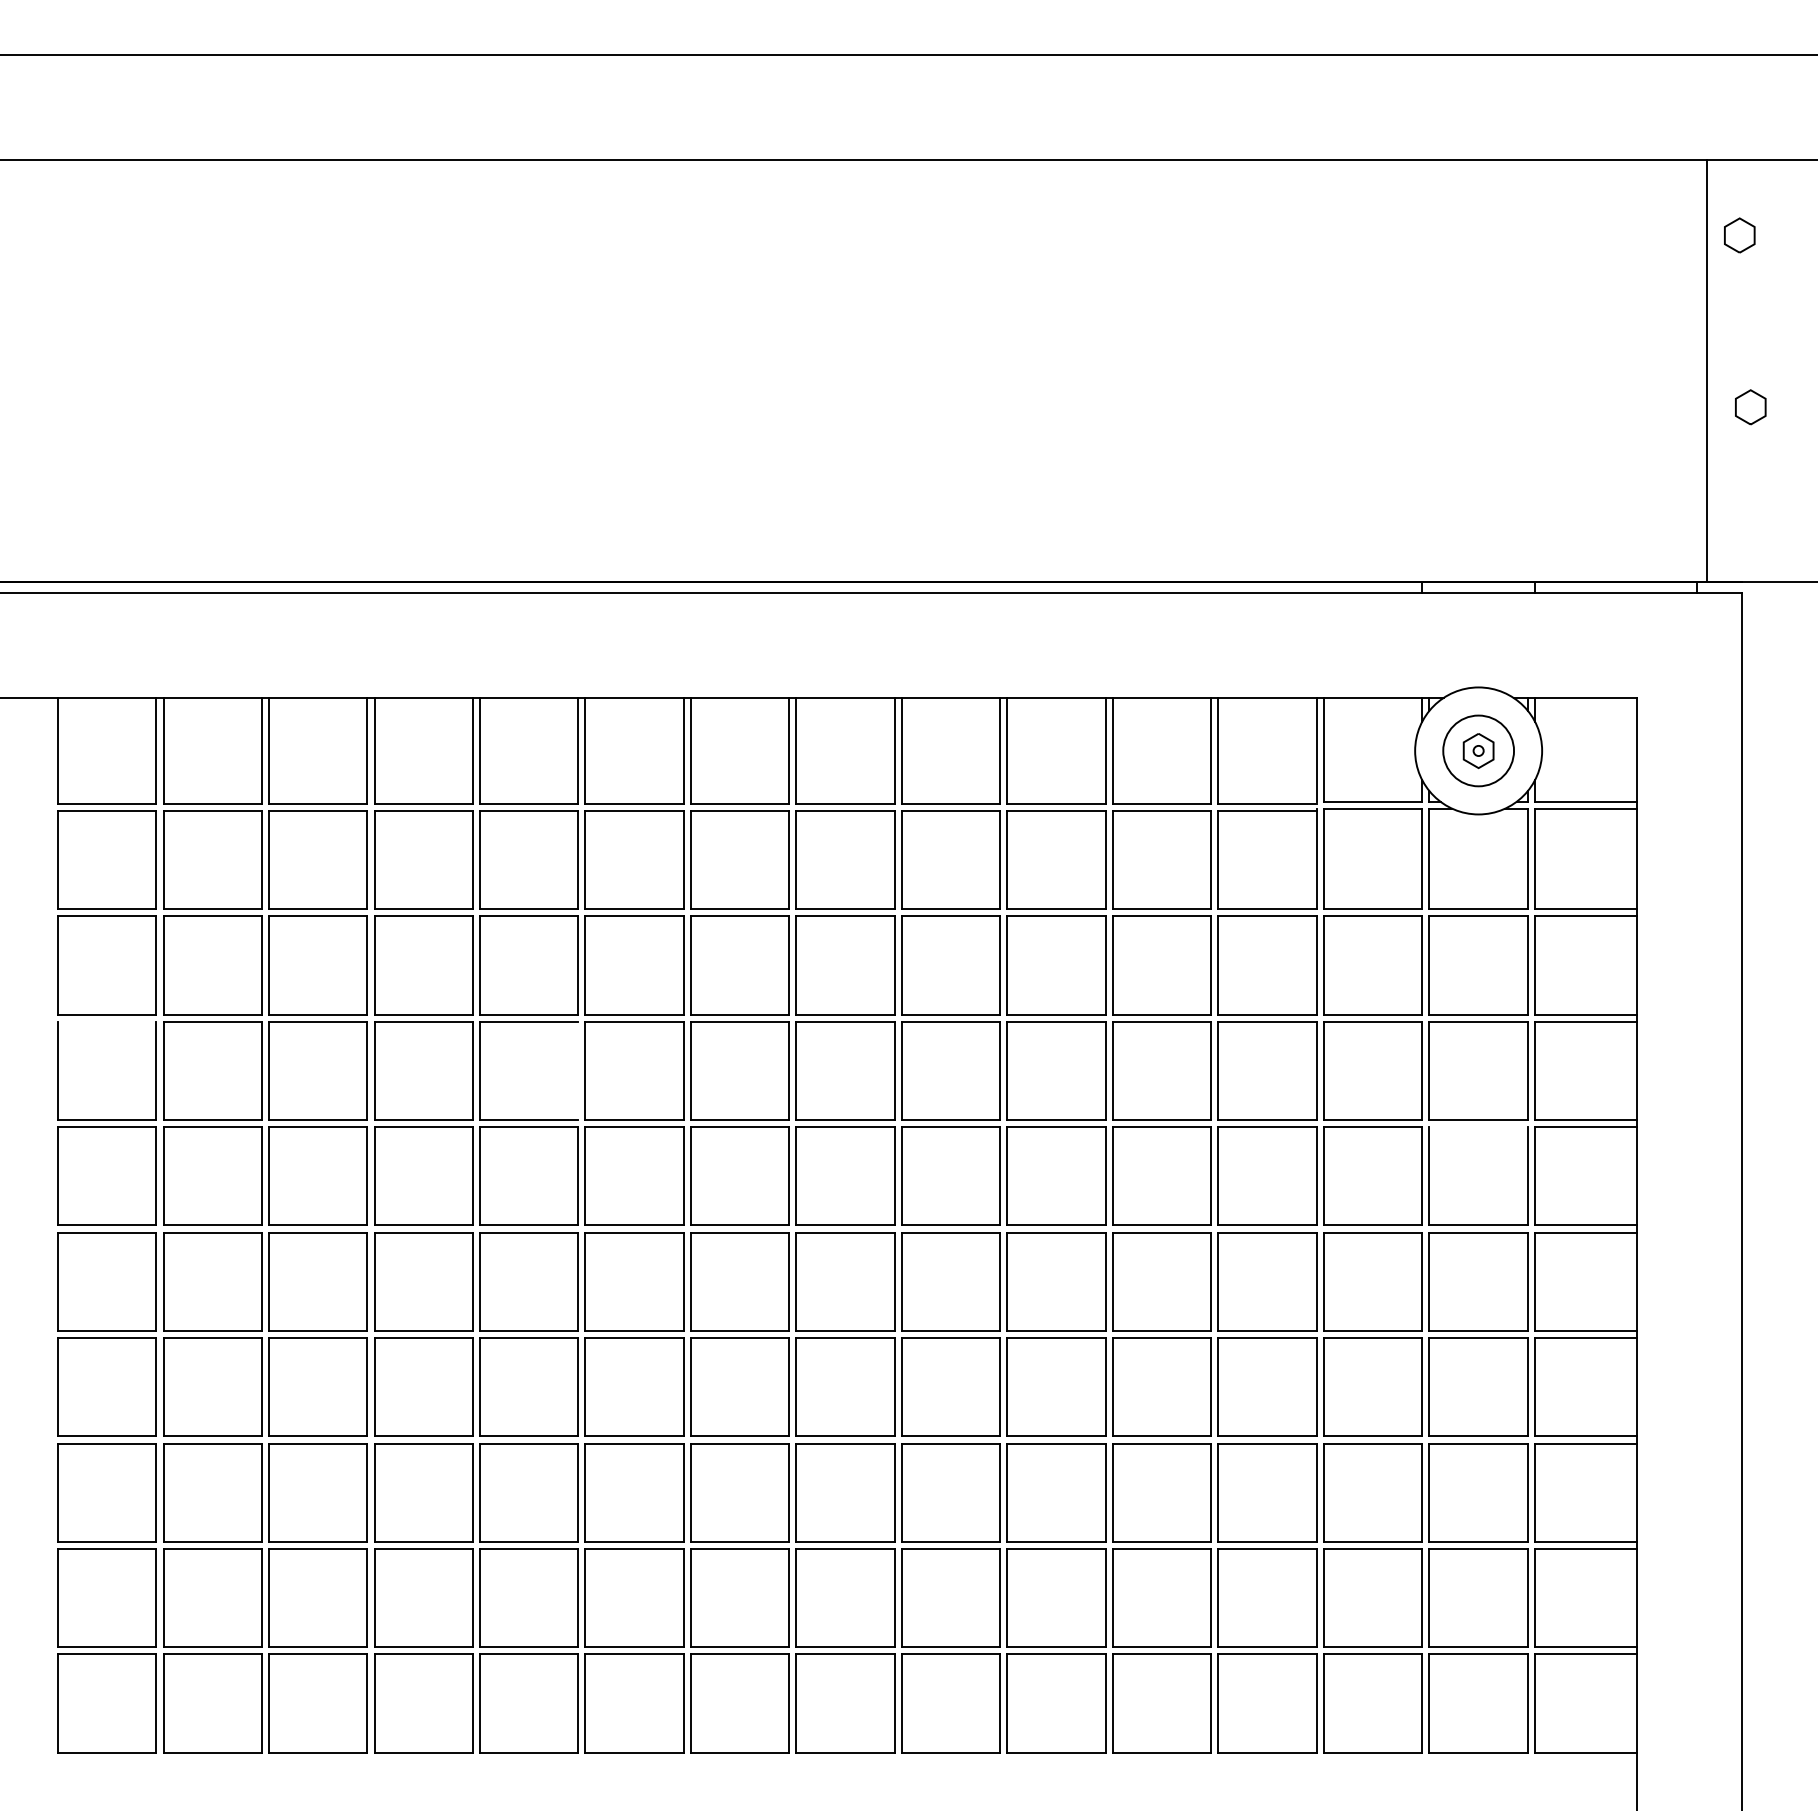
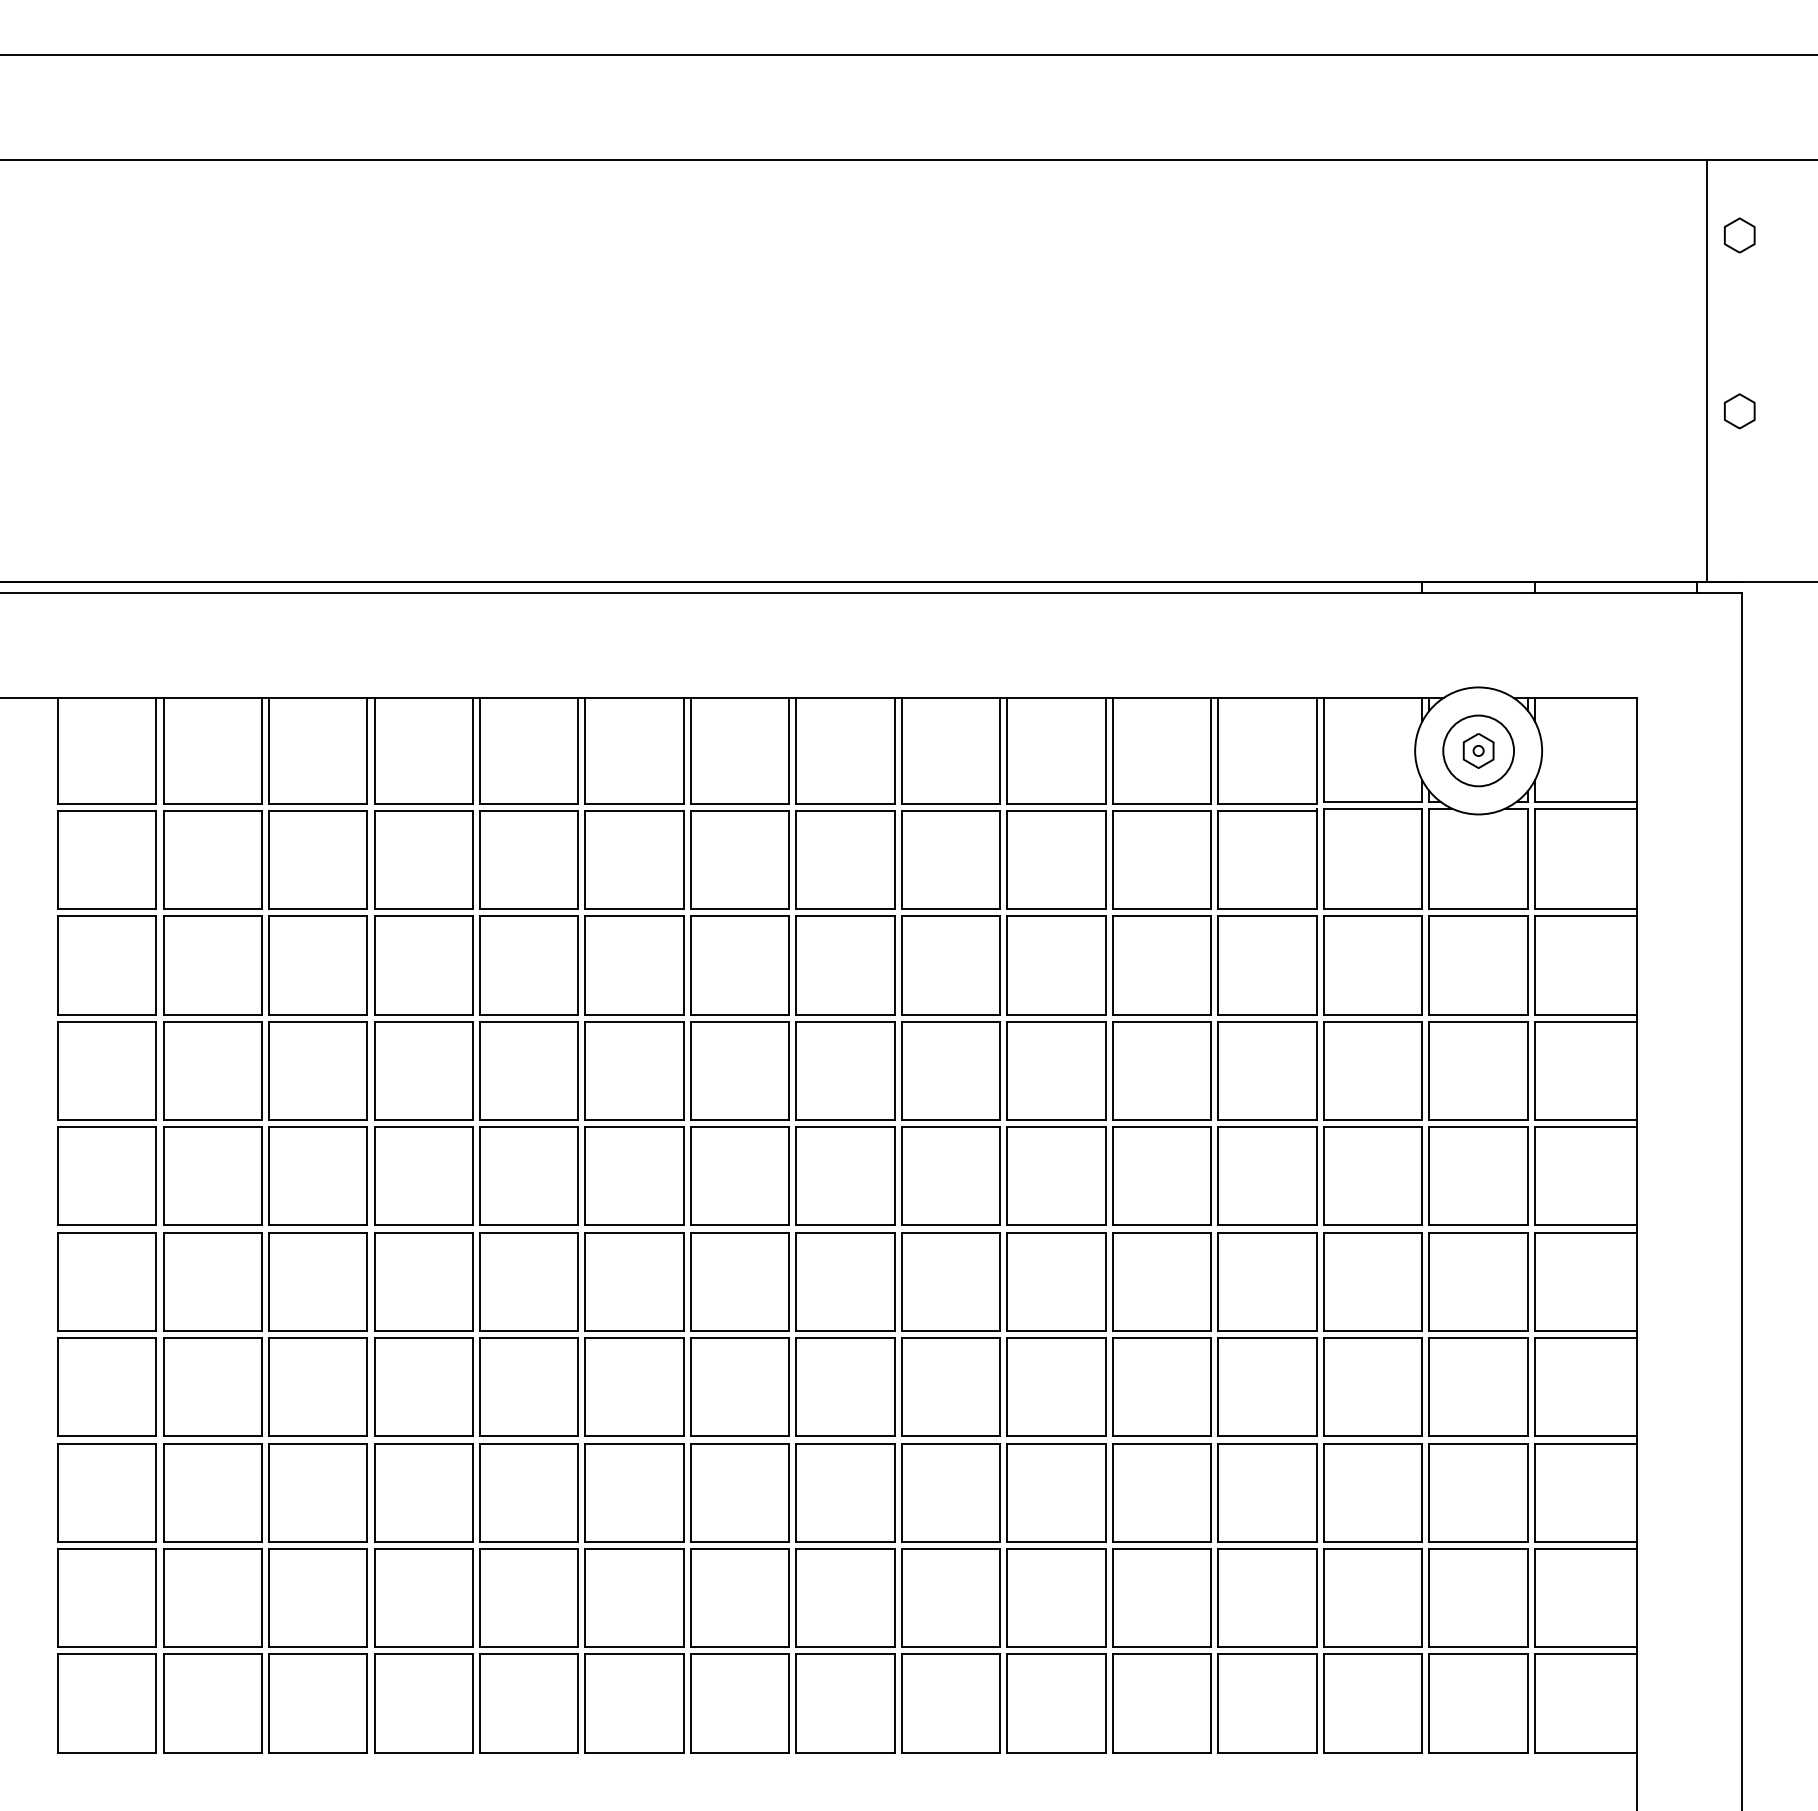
part at (1750, 407) position: (1750, 407) -> (1739, 411)
line at (107, 1021): none -> present
line at (578, 1070): none -> present
line at (1478, 1127): none -> present
